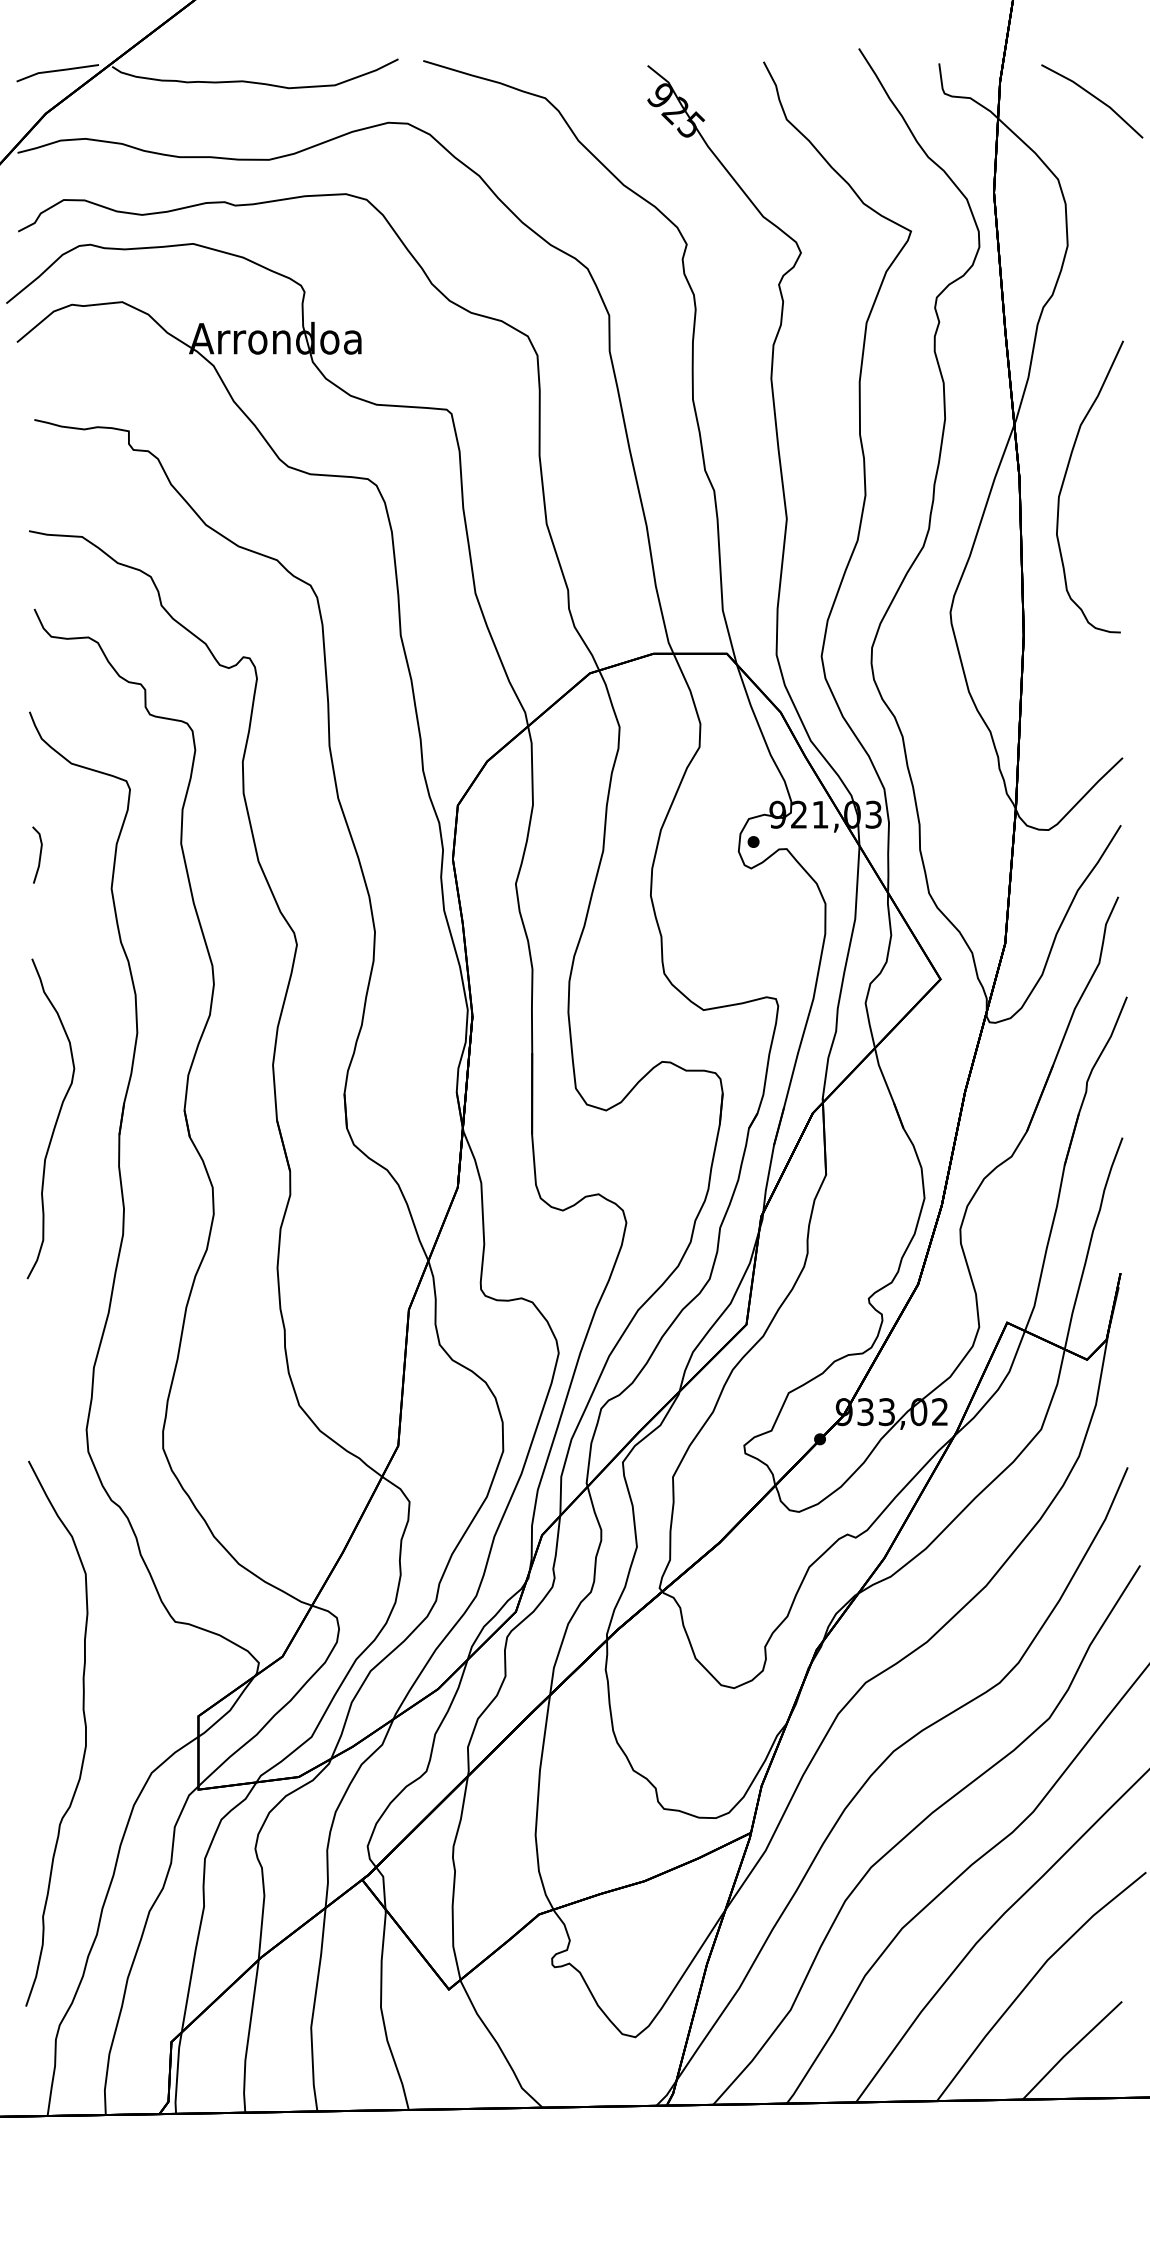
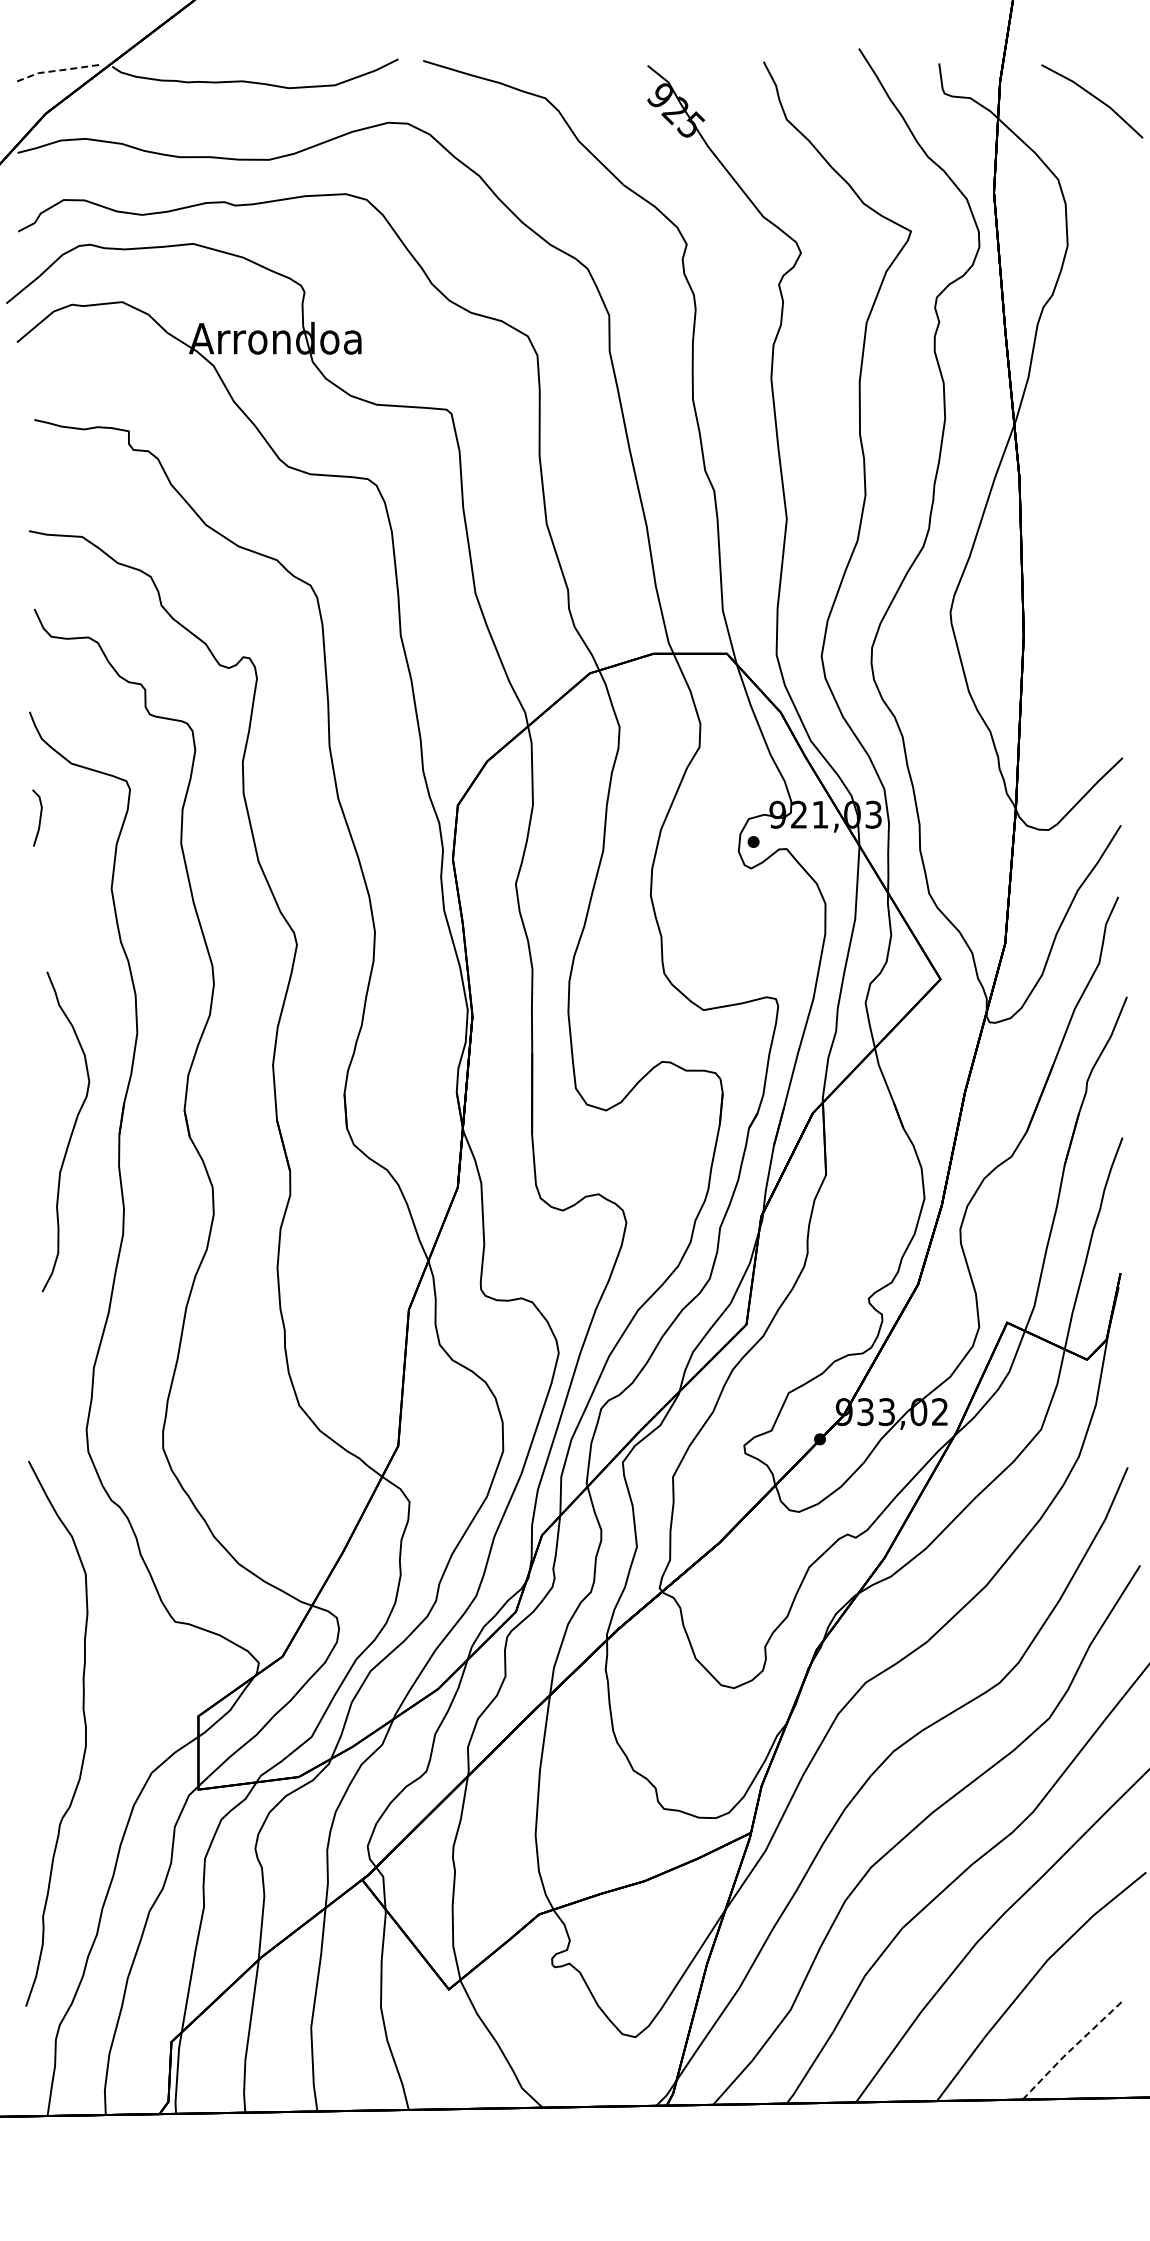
line at (57, 70): solid -> dashed
curve at (1065, 478): present -> none
line at (39, 854) position: (39, 854) -> (39, 817)
curve at (55, 1121) position: (55, 1121) -> (70, 1134)
line at (1070, 2050): solid -> dashed
